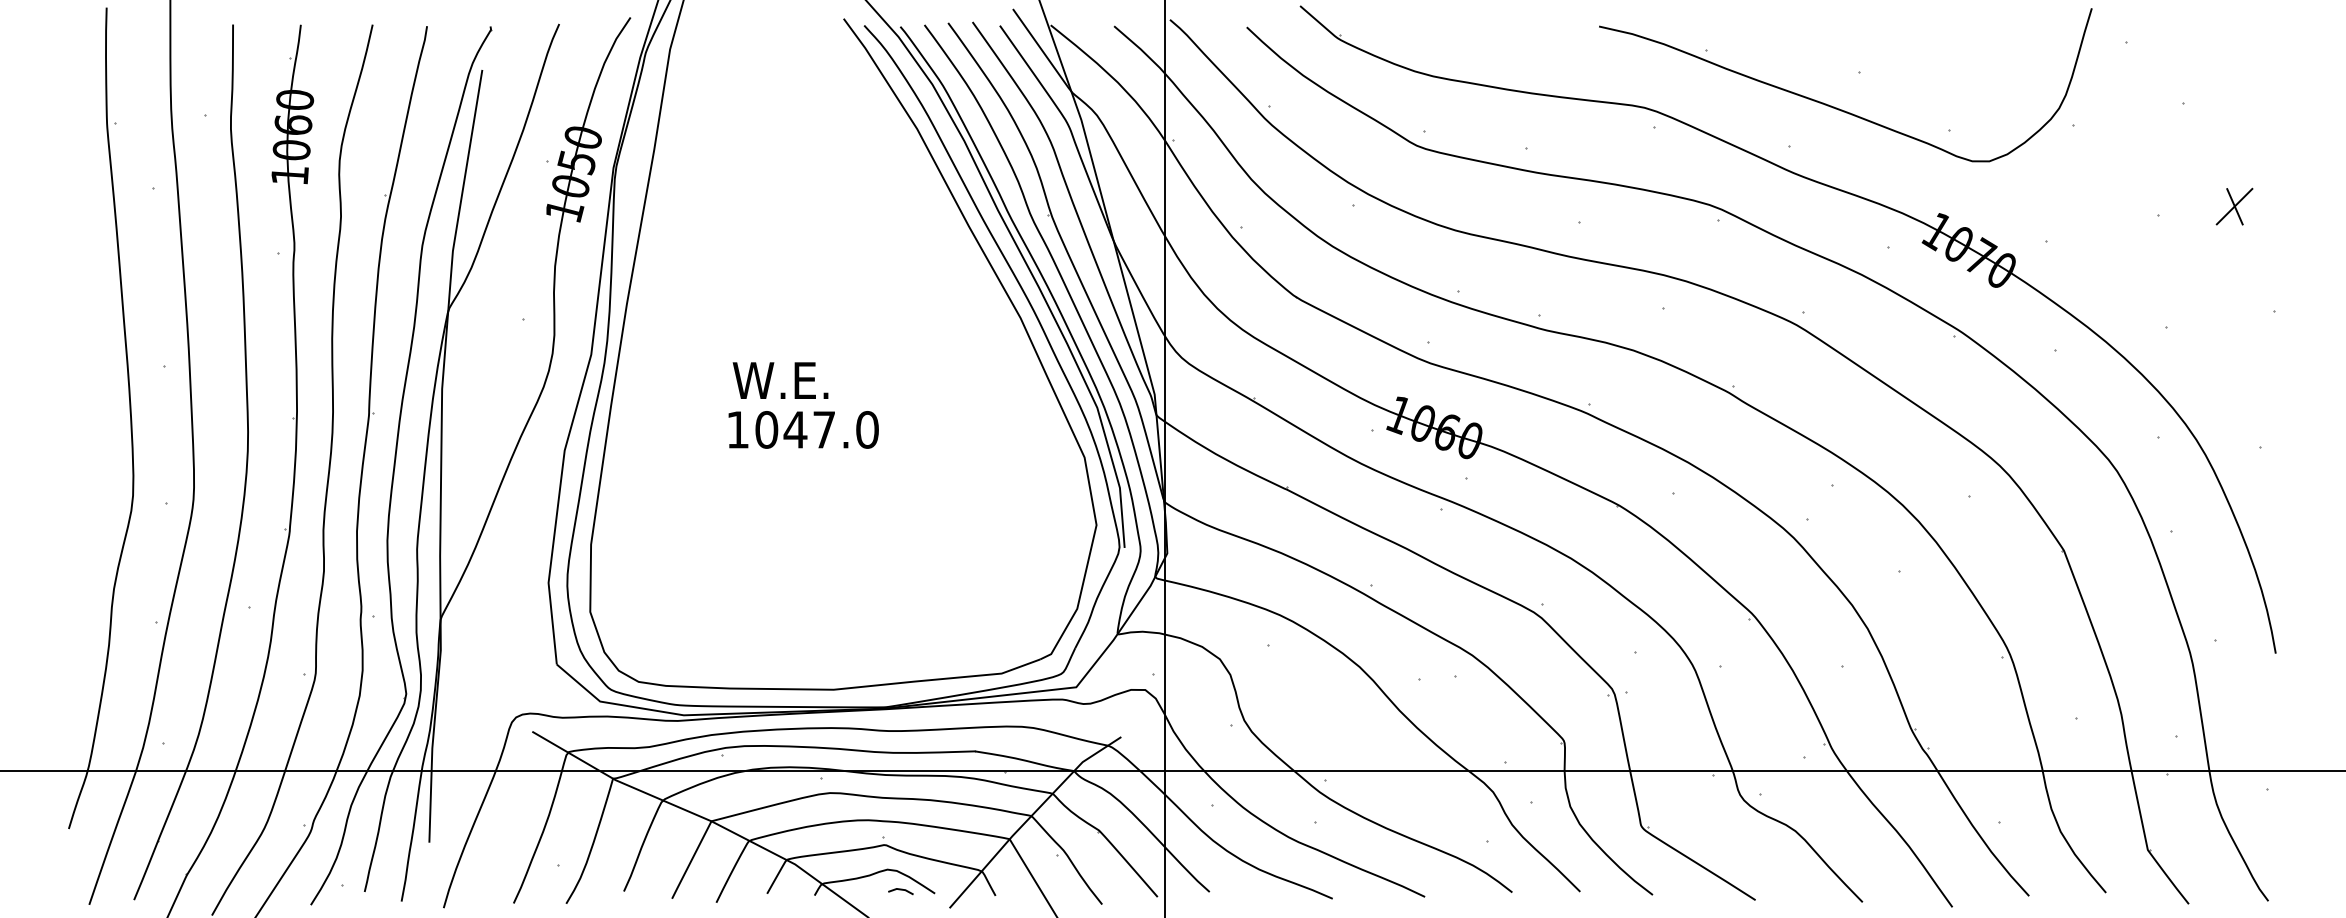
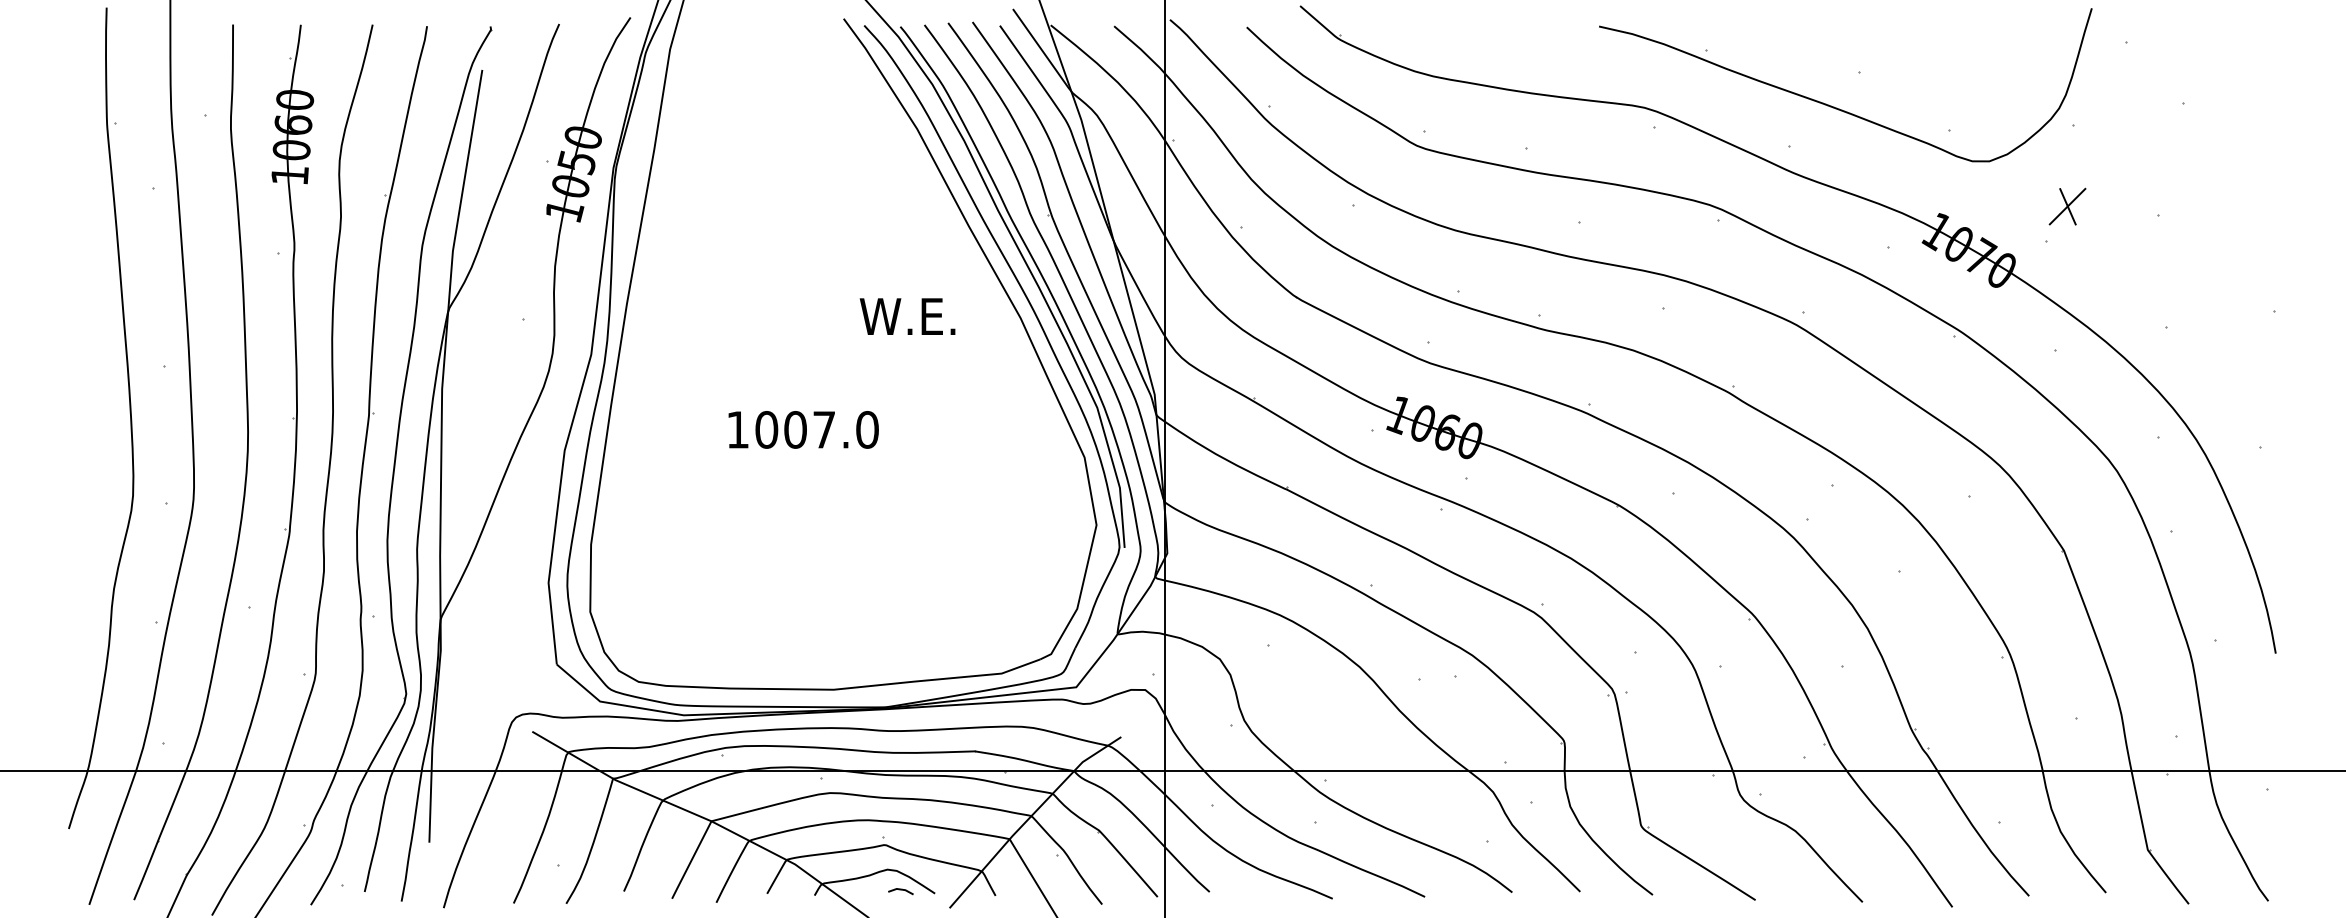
part at (2234, 206) position: (2234, 206) -> (2067, 206)
text at (780, 380) position: (780, 380) -> (907, 316)
text at (795, 429): 1047.0 -> 1007.0
